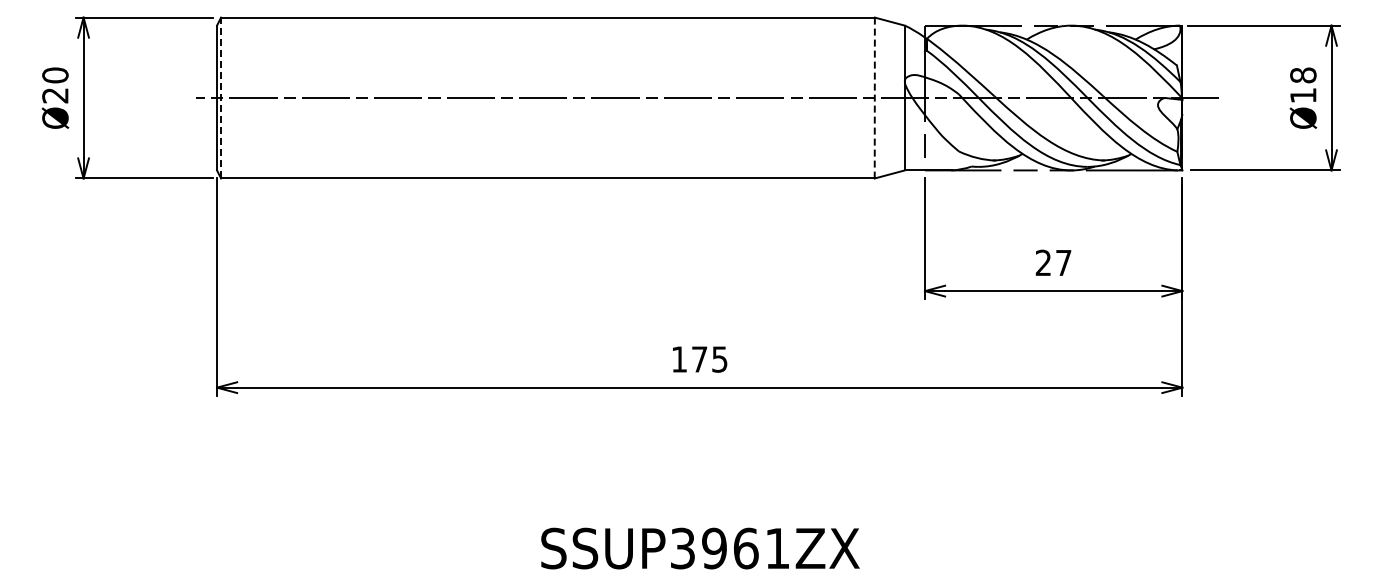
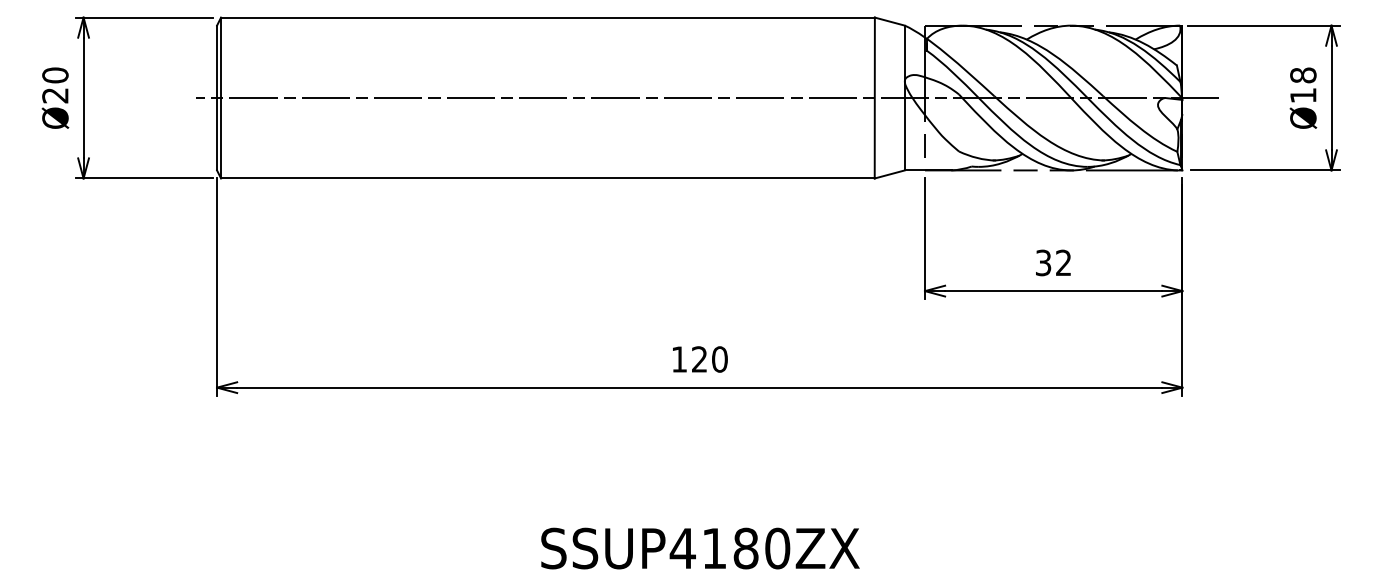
line at (221, 97): dashed -> solid
line at (874, 98): dashed -> solid
text at (1053, 262): 27 -> 32
text at (709, 359): 175 -> 120
text at (729, 548): SSUP3961ZX -> SSUP4180ZX
